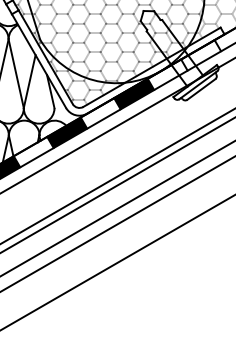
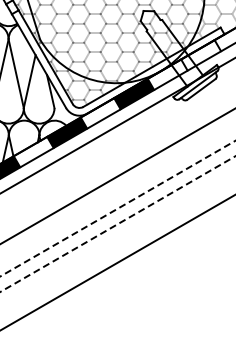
line at (117, 184): present -> none
line at (117, 208): solid -> dashed
line at (117, 224): solid -> dashed
